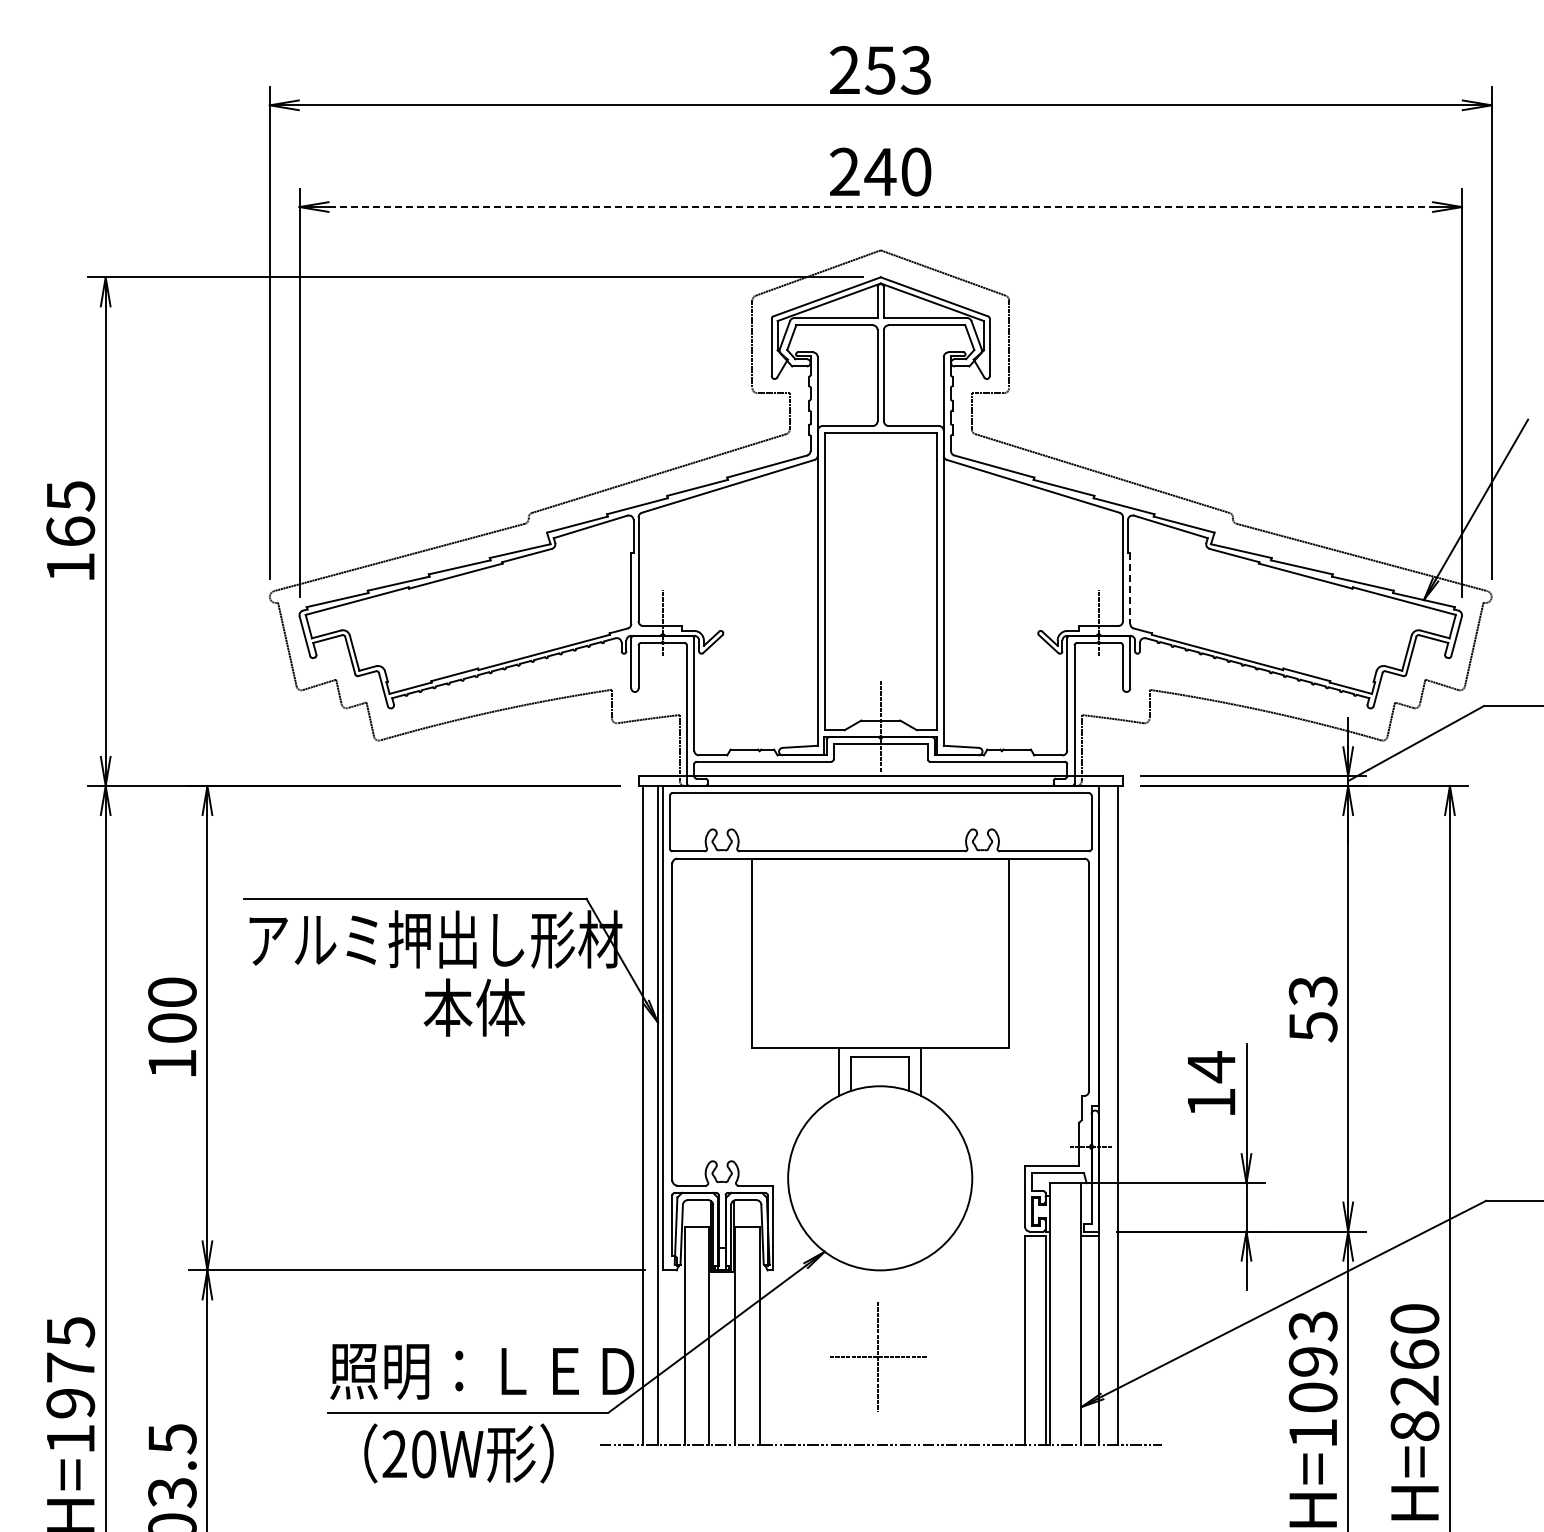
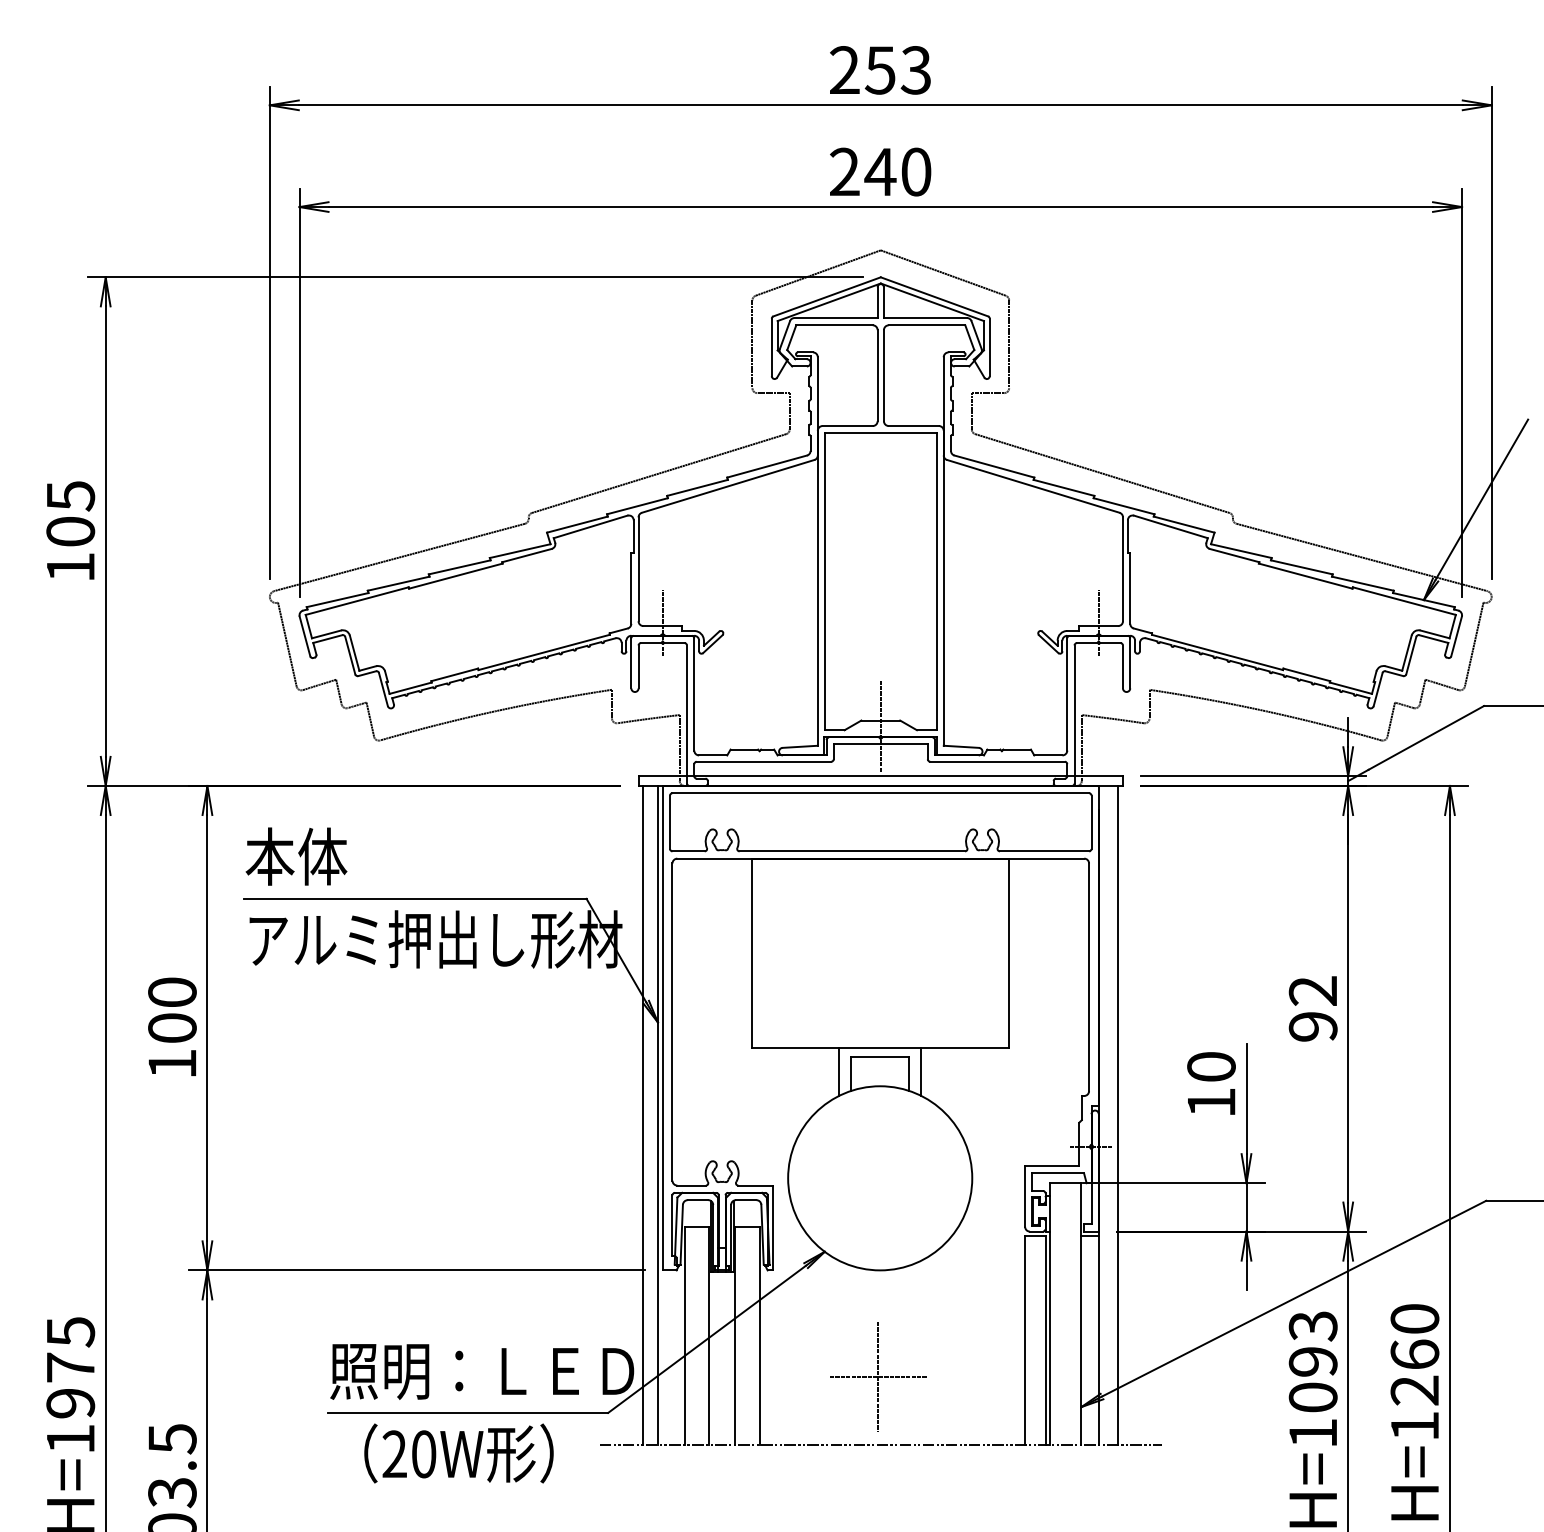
line at (881, 207): dashed -> solid
text at (70, 531): 165 -> 105
line at (1130, 589): dashed -> solid
text at (474, 1007) position: (474, 1007) -> (296, 856)
text at (1312, 1009): 53 -> 92
text at (1211, 1067): 14 -> 10
part at (878, 1356) position: (878, 1356) -> (878, 1376)
text at (1414, 1426): H=8260 -> H=1260
